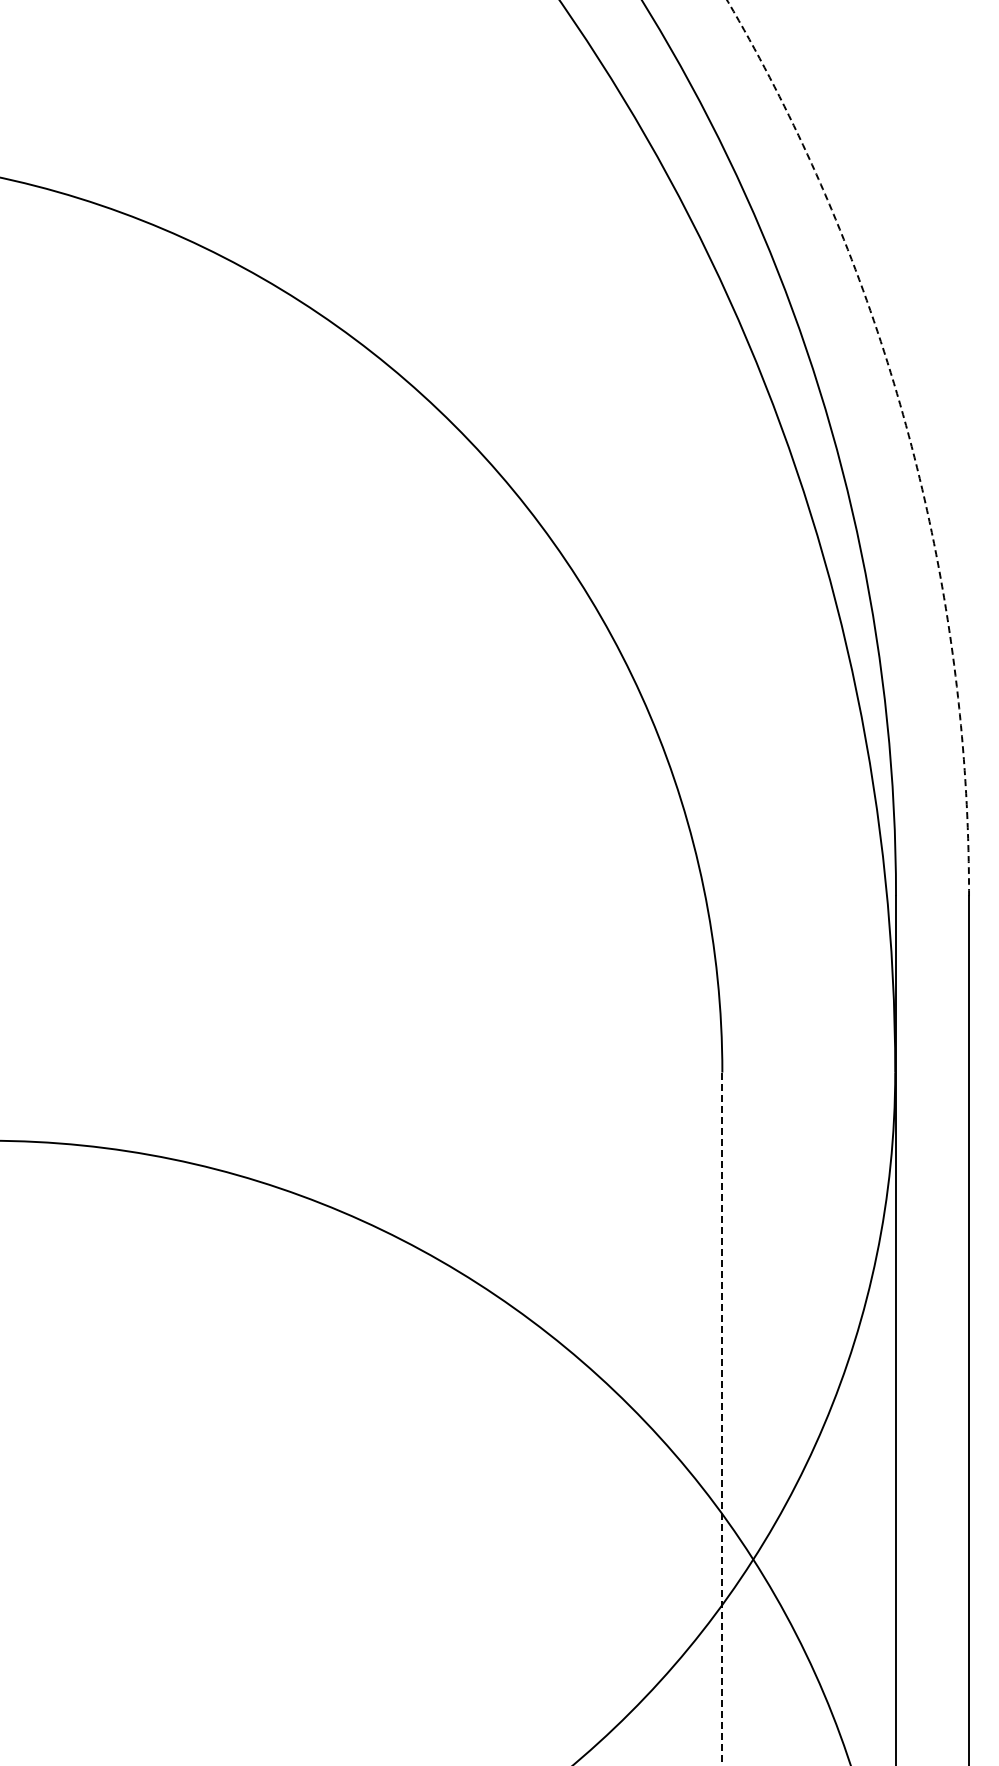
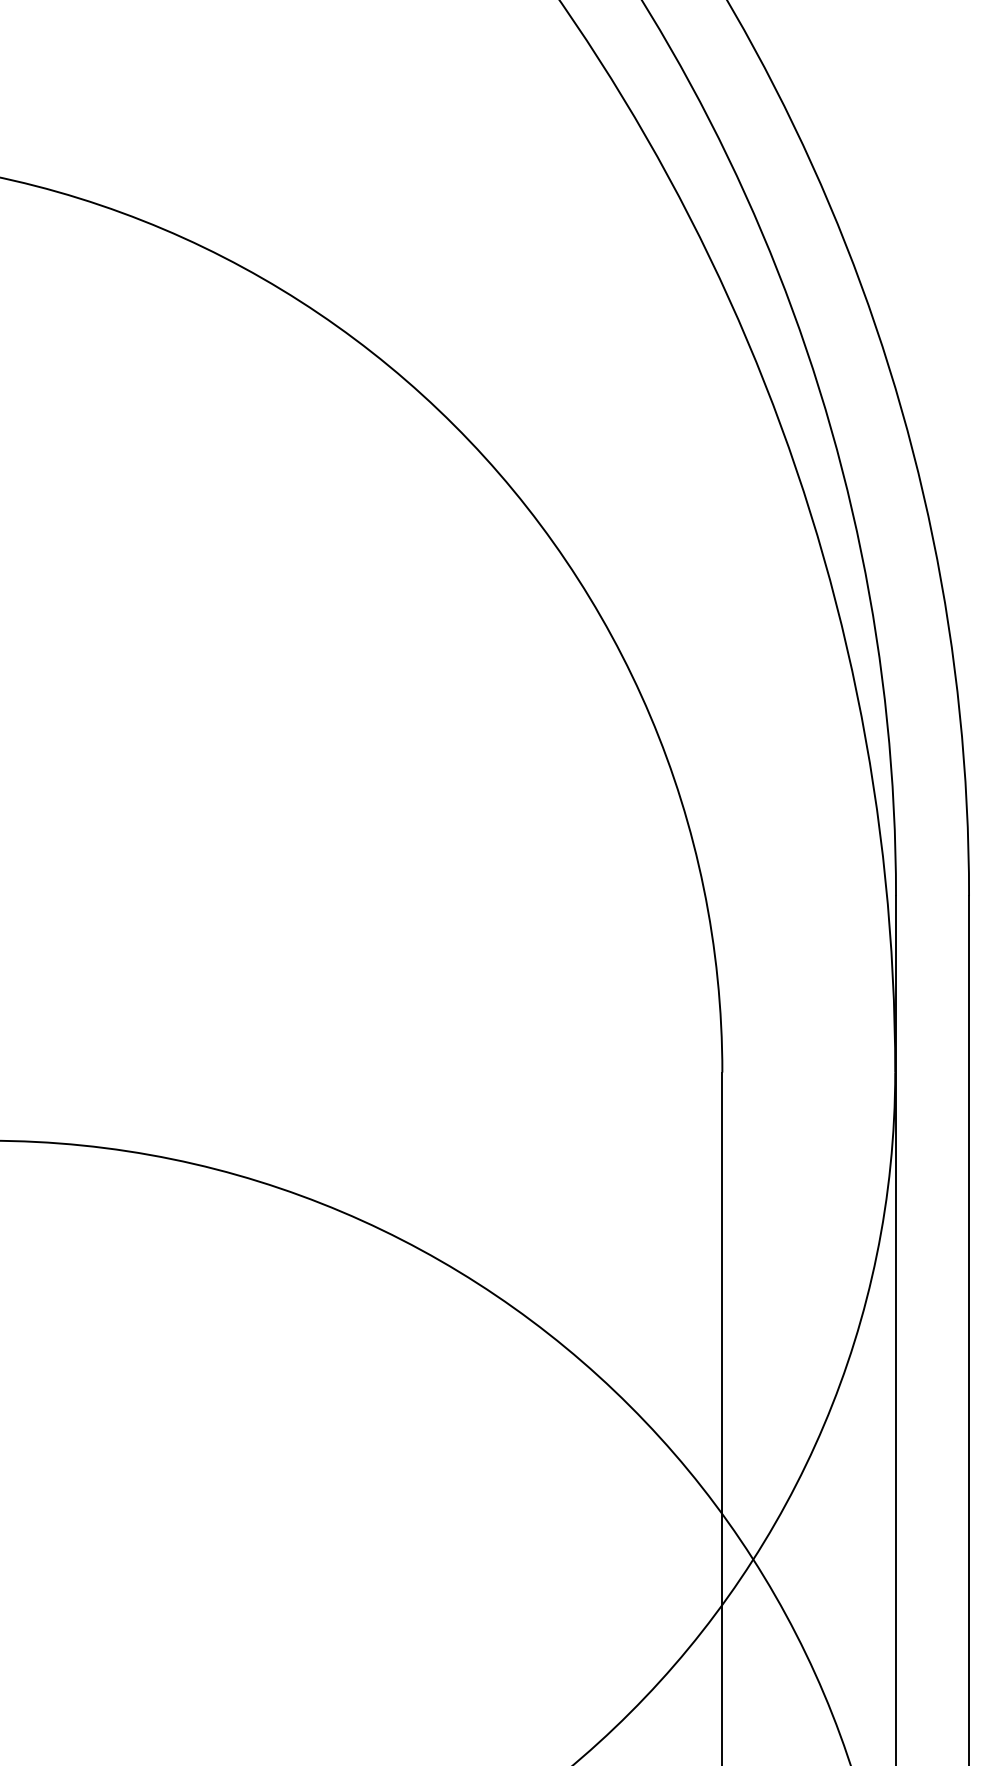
arc at (908, 435): dashed -> solid
line at (722, 1419): dashed -> solid
